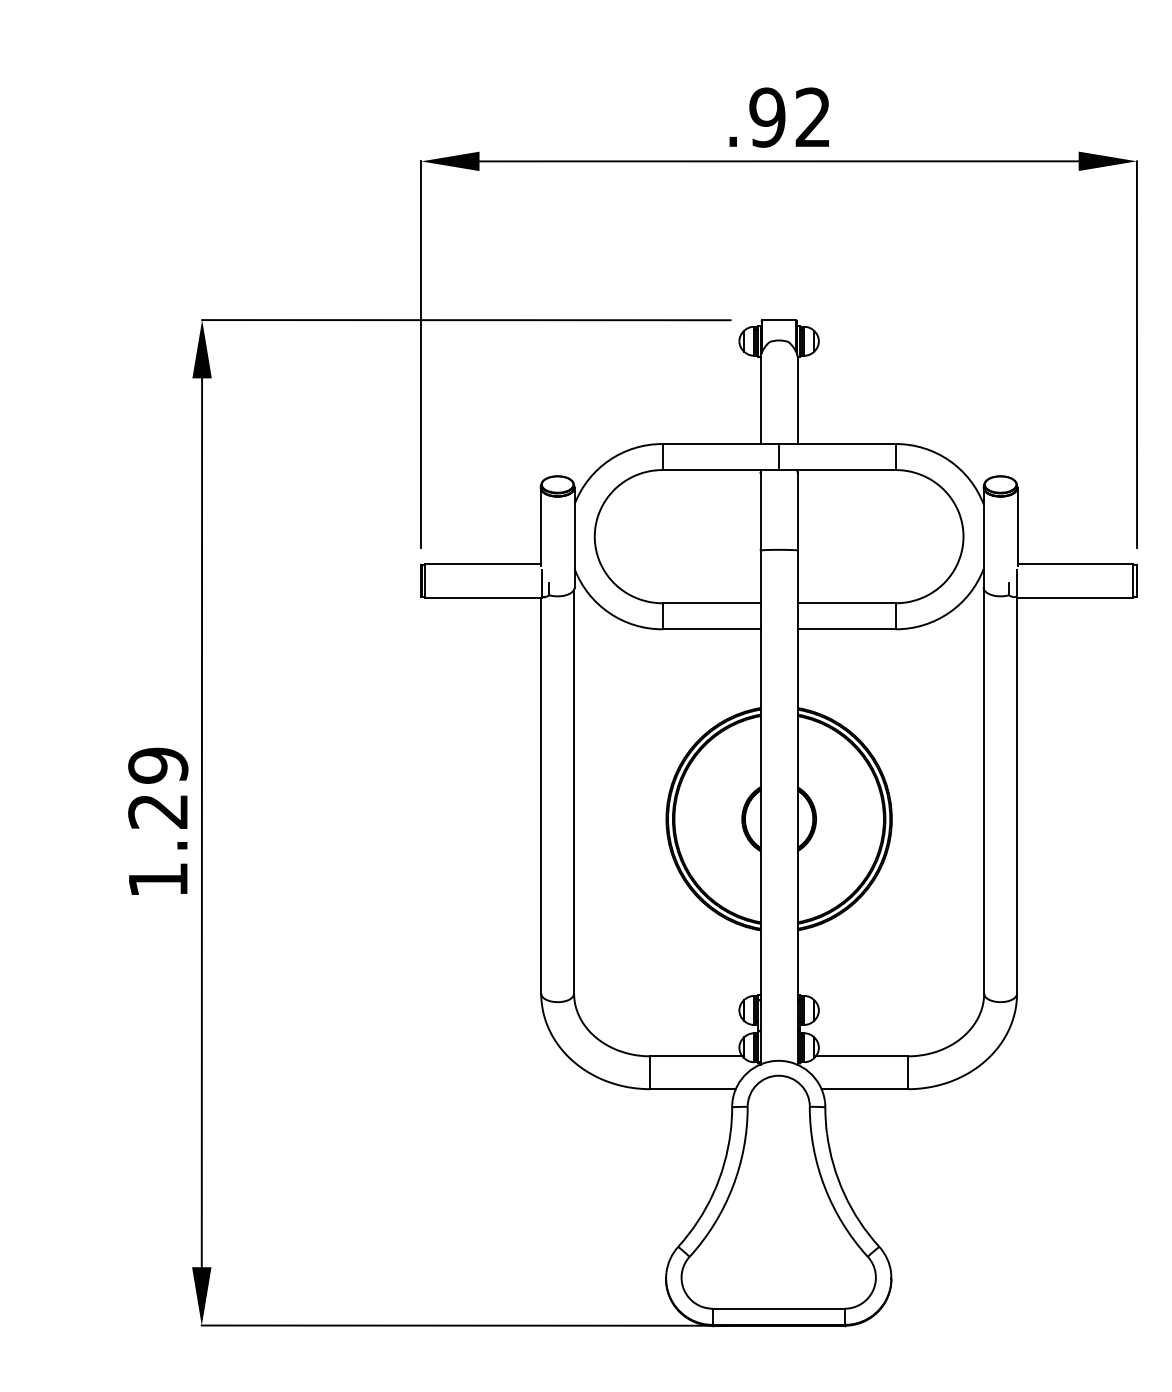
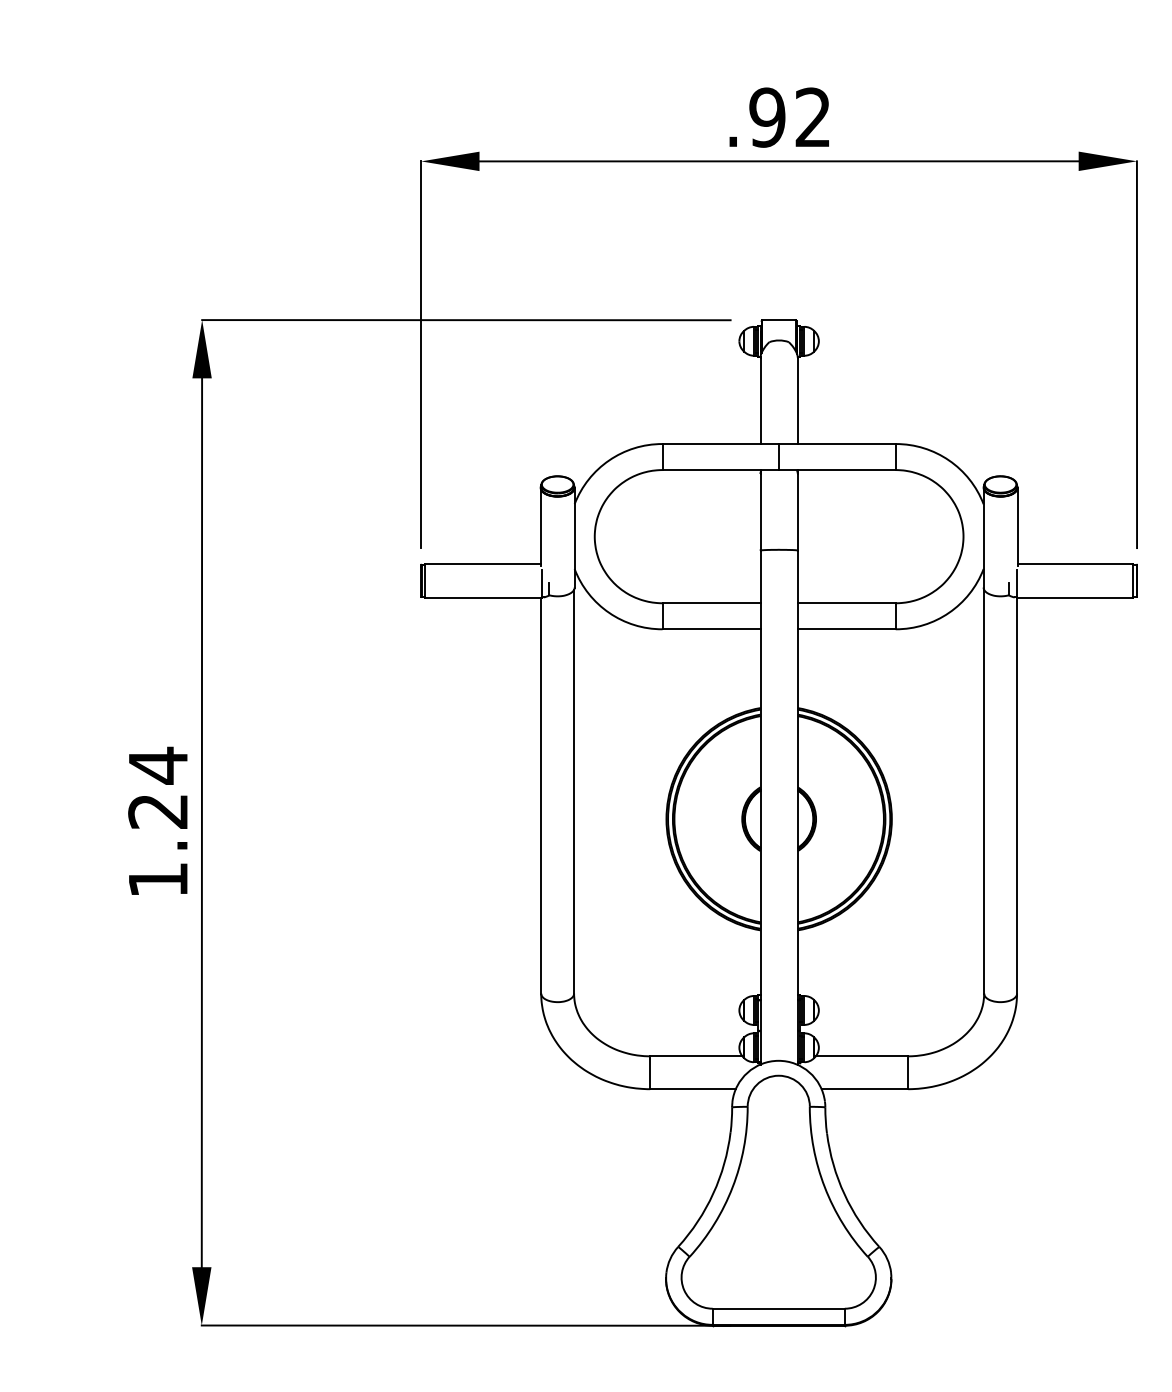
text at (158, 765): 1.29 -> 1.24
